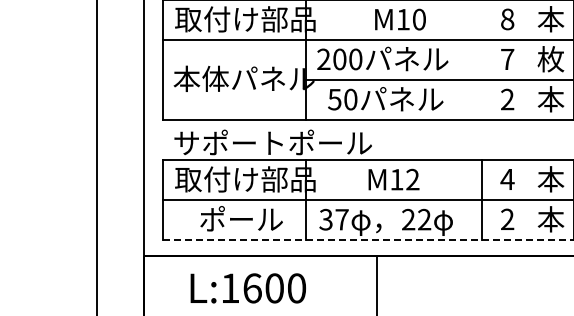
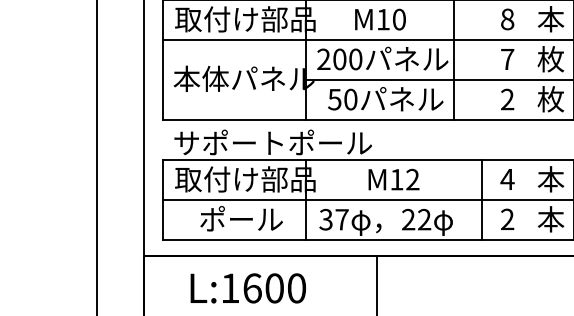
text at (400, 19) position: (400, 19) -> (380, 19)
line at (453, 60): none -> present
text at (550, 99): 本 -> 枚
line at (368, 239): dashed -> solid
